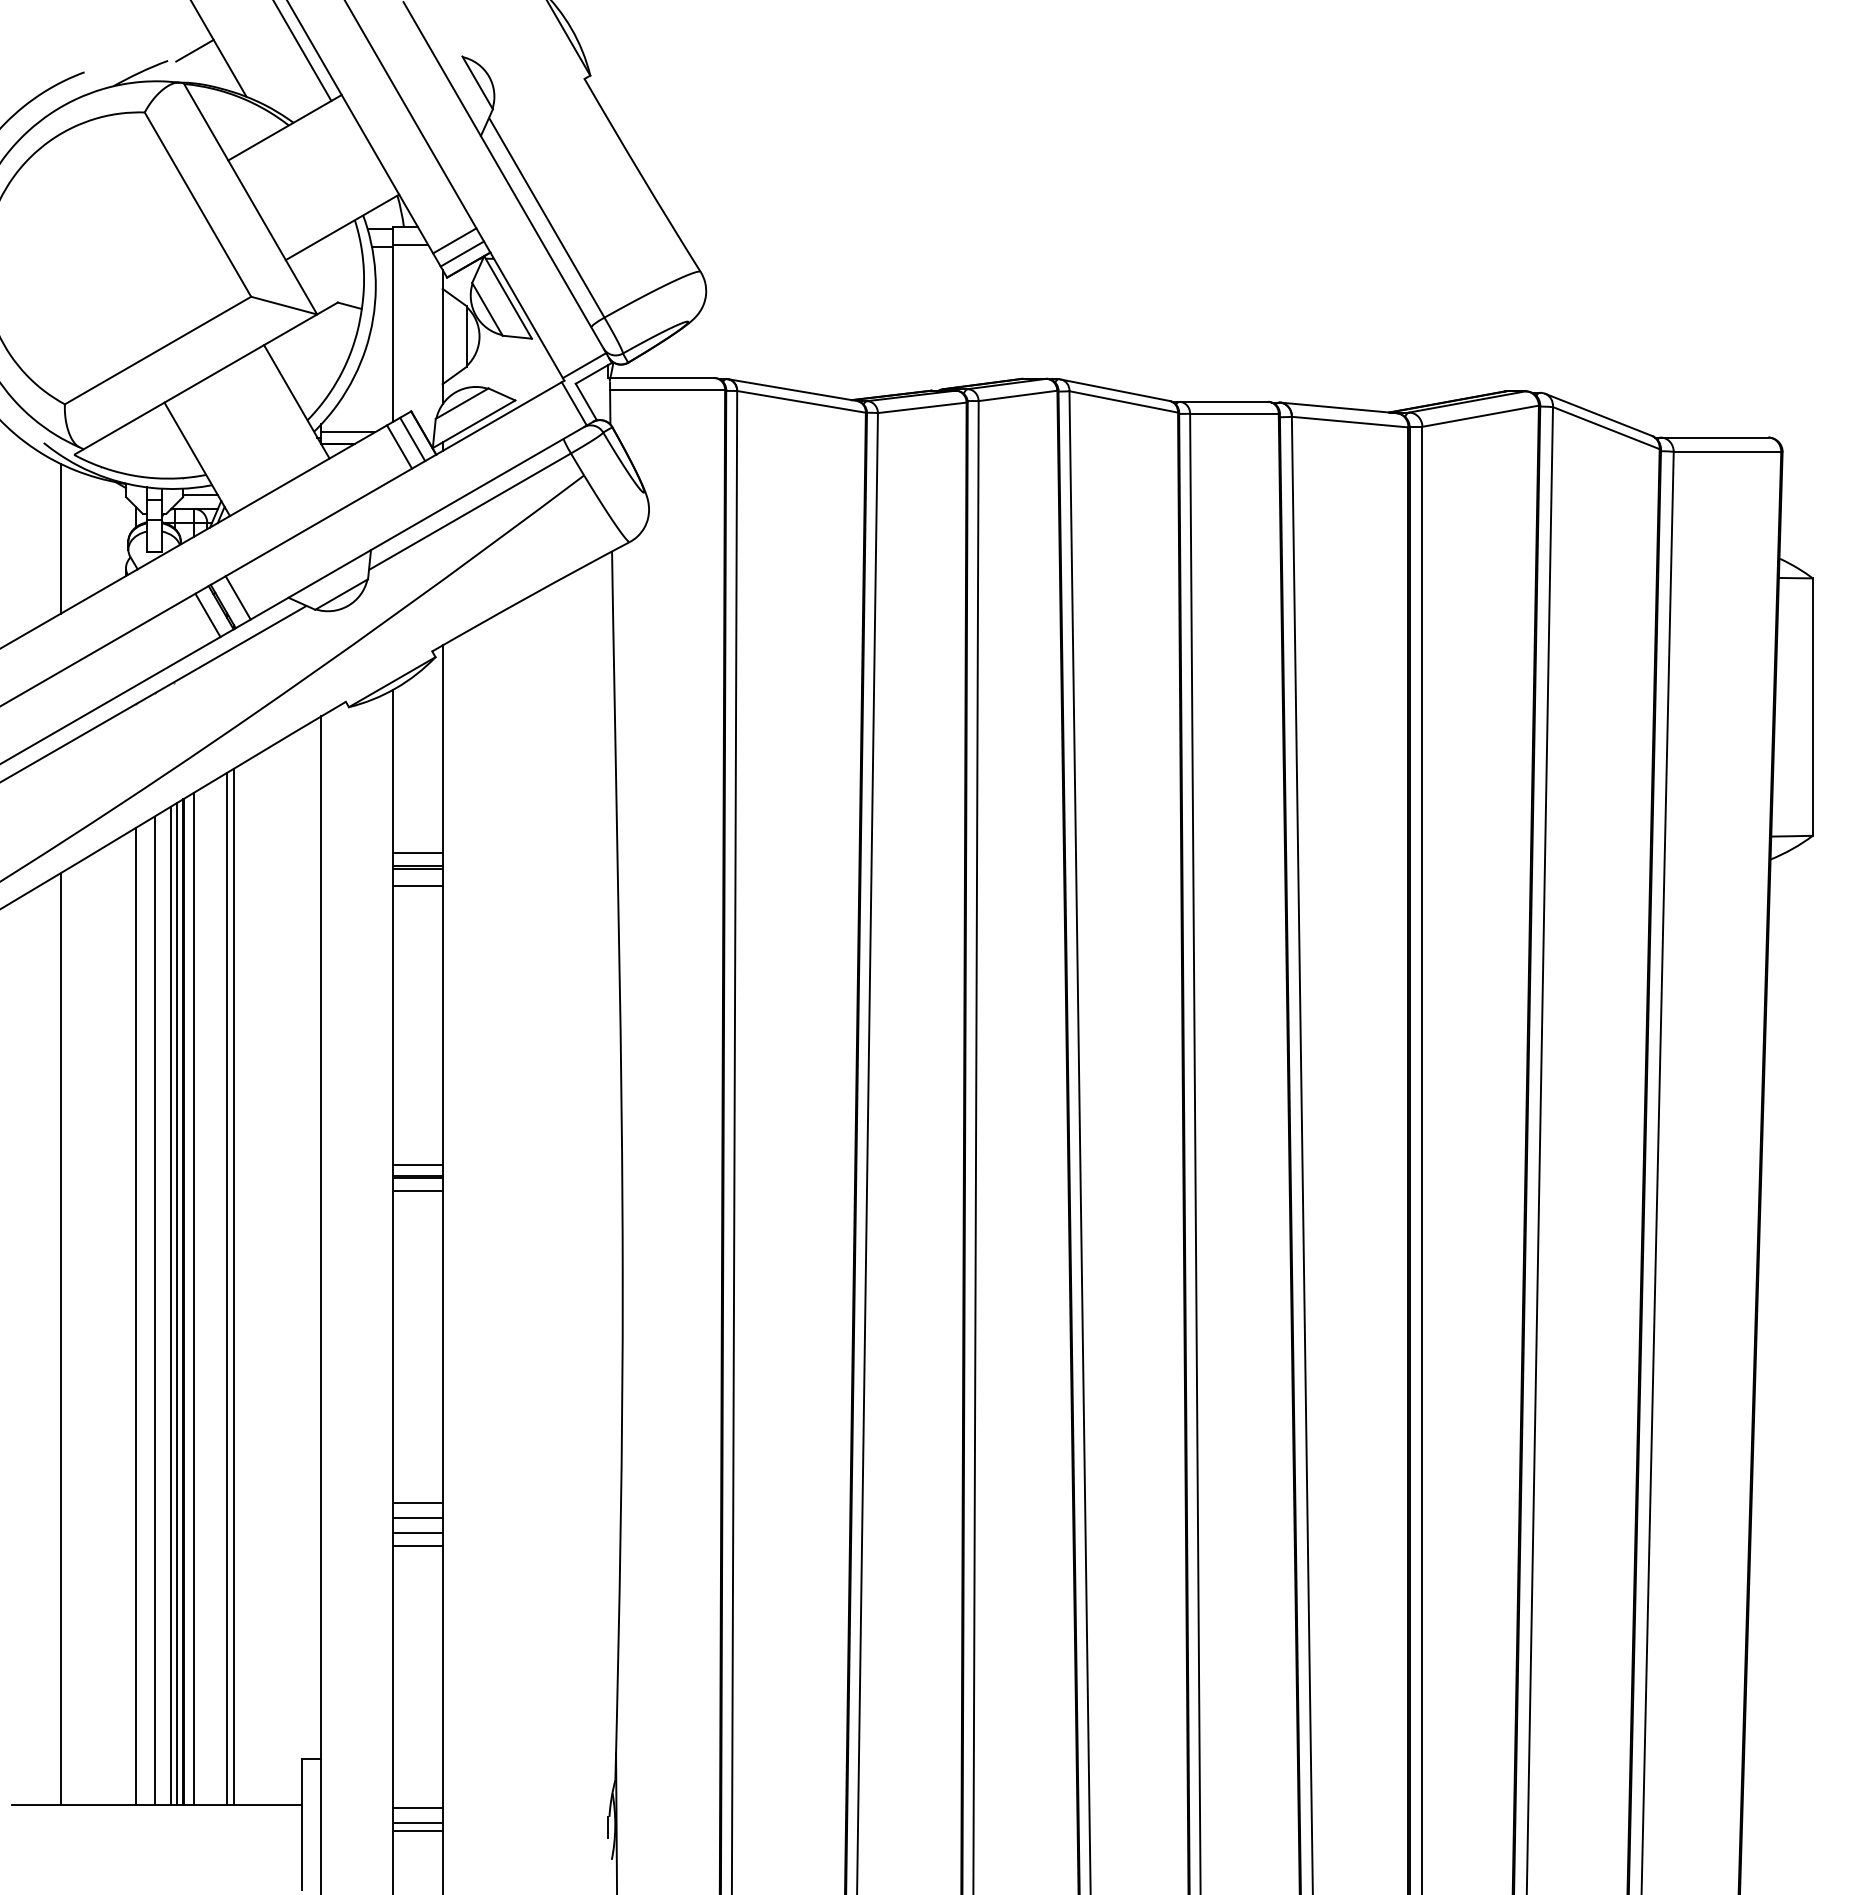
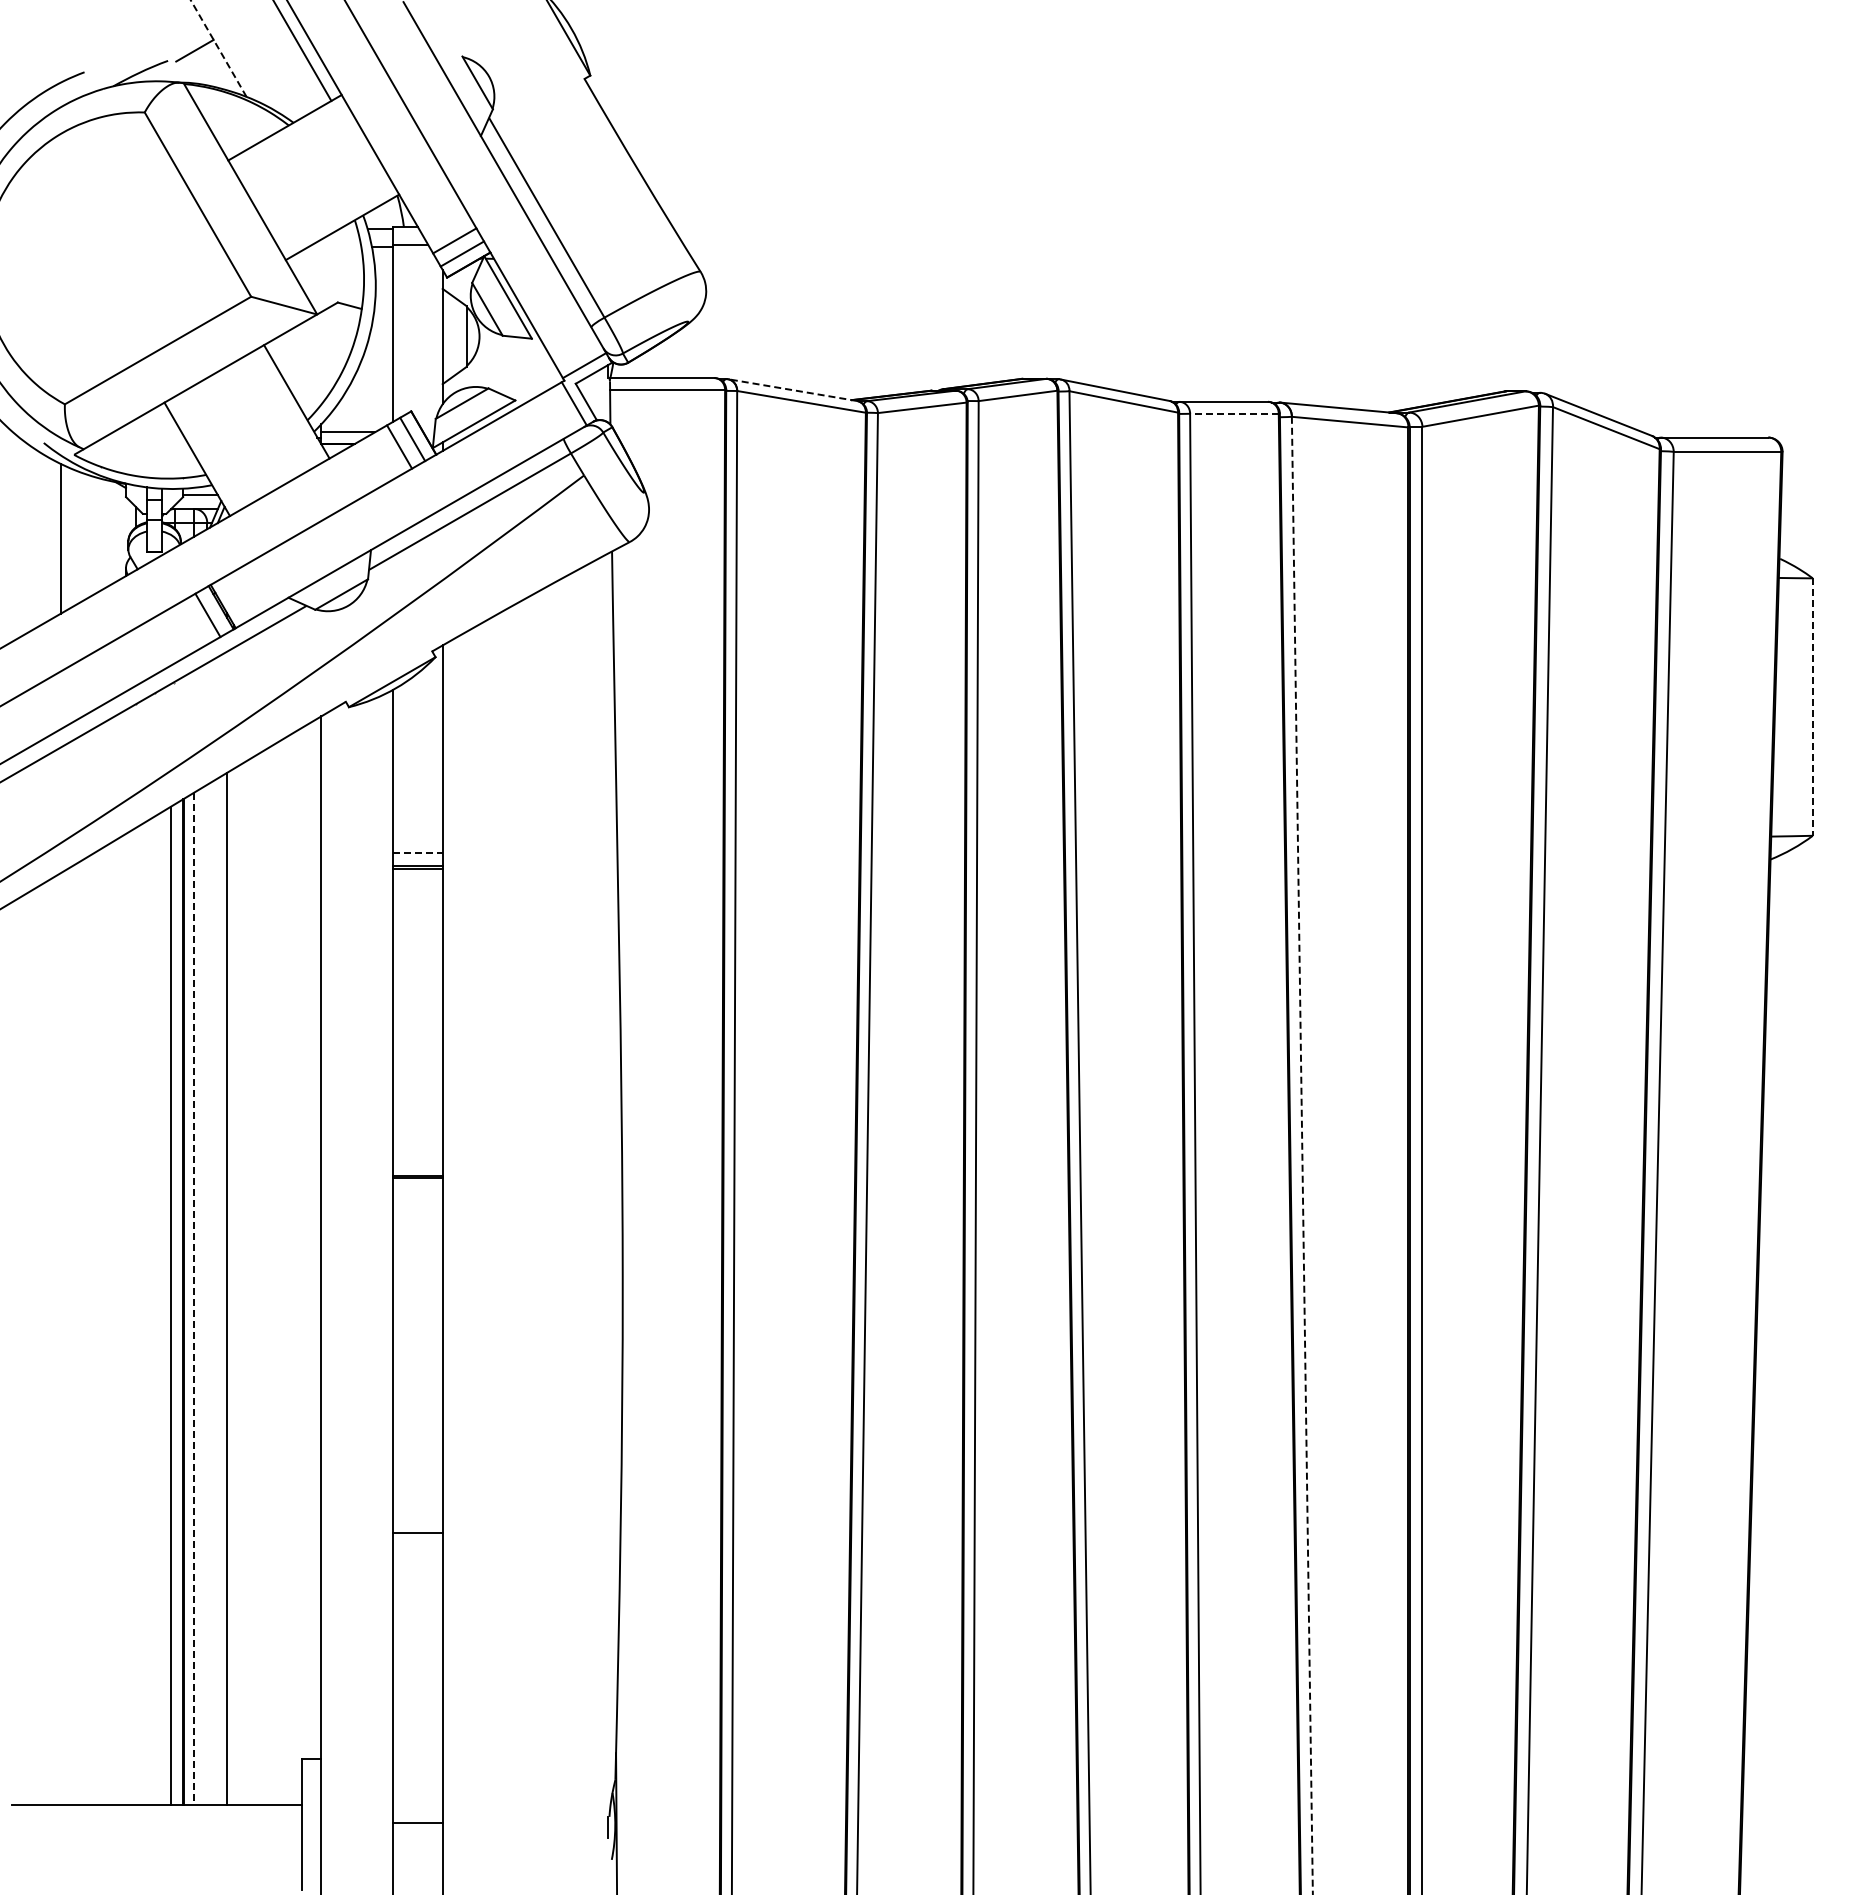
line at (218, 48): solid -> dashed
line at (792, 390): solid -> dashed
line at (1233, 413): solid -> dashed
line at (237, 597): present -> none
line at (1812, 707): solid -> dashed
line at (418, 853): solid -> dashed
line at (417, 886): present -> none
line at (1302, 1155): solid -> dashed
line at (417, 1164): present -> none
line at (417, 1190): present -> none
line at (233, 1286): present -> none
line at (193, 1299): solid -> dashed
line at (176, 1304): present -> none
line at (154, 1310): present -> none
line at (135, 1316): present -> none
line at (60, 1339): present -> none
line at (417, 1502): present -> none
line at (417, 1518): present -> none
line at (417, 1545): present -> none
line at (417, 1807): present -> none
line at (417, 1830): present -> none
